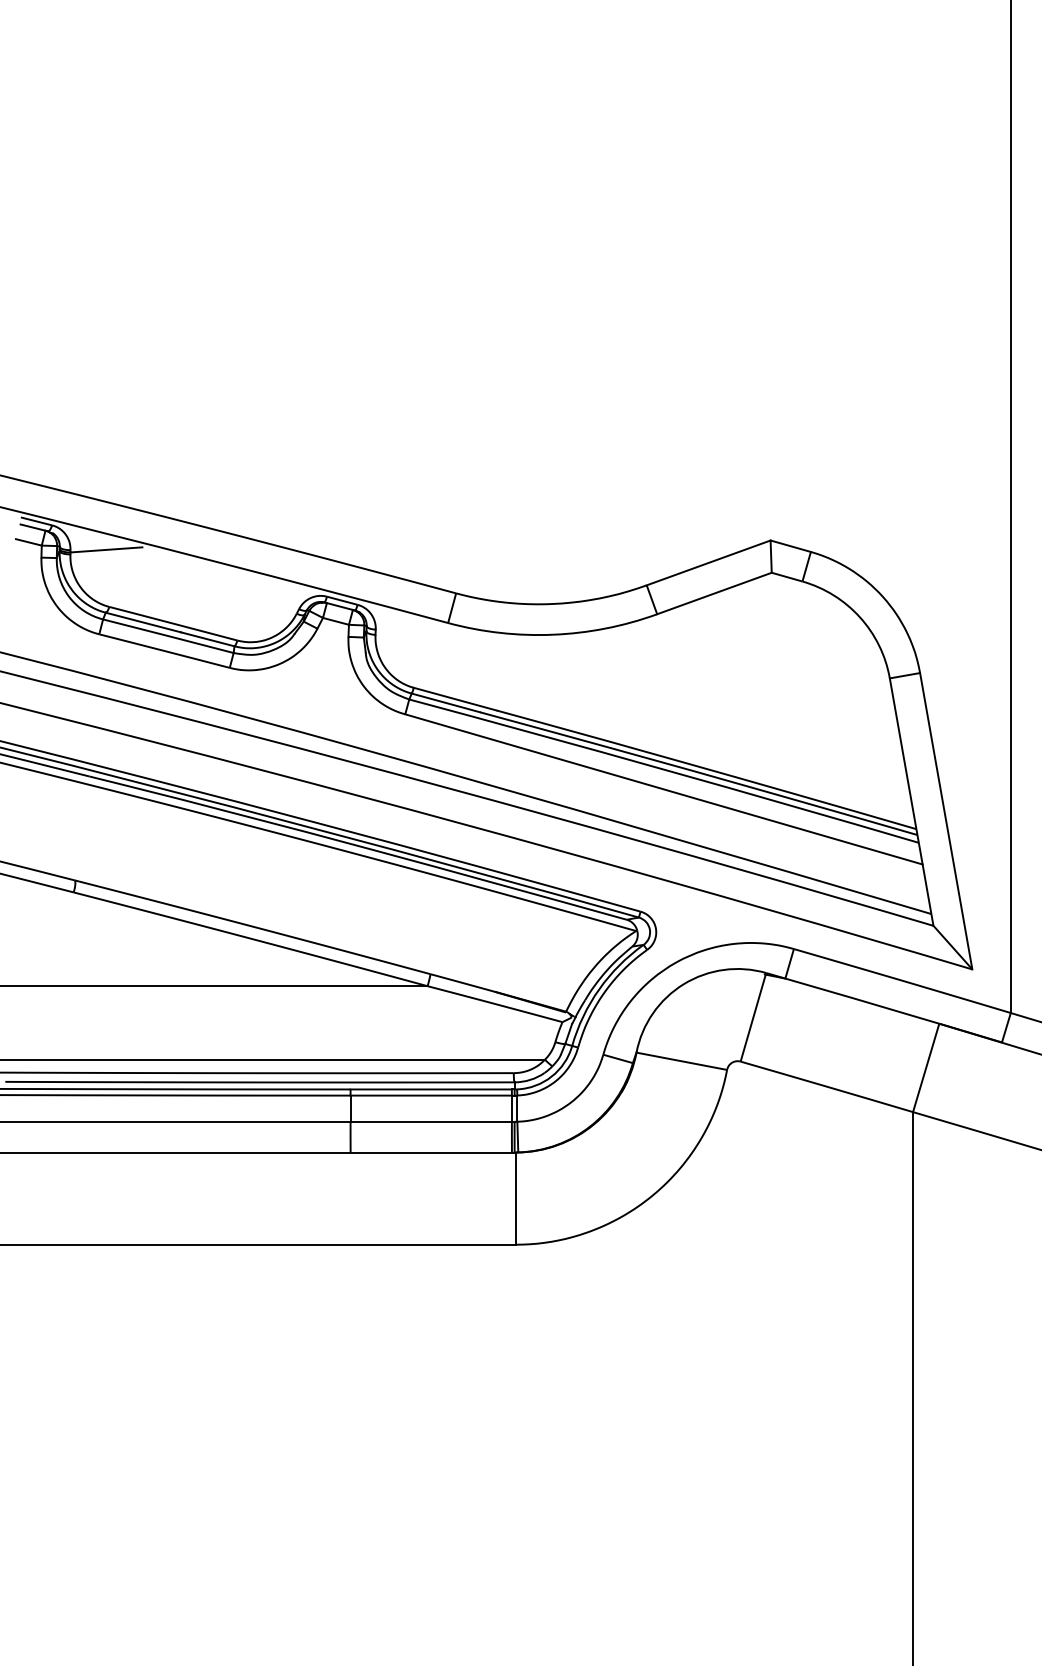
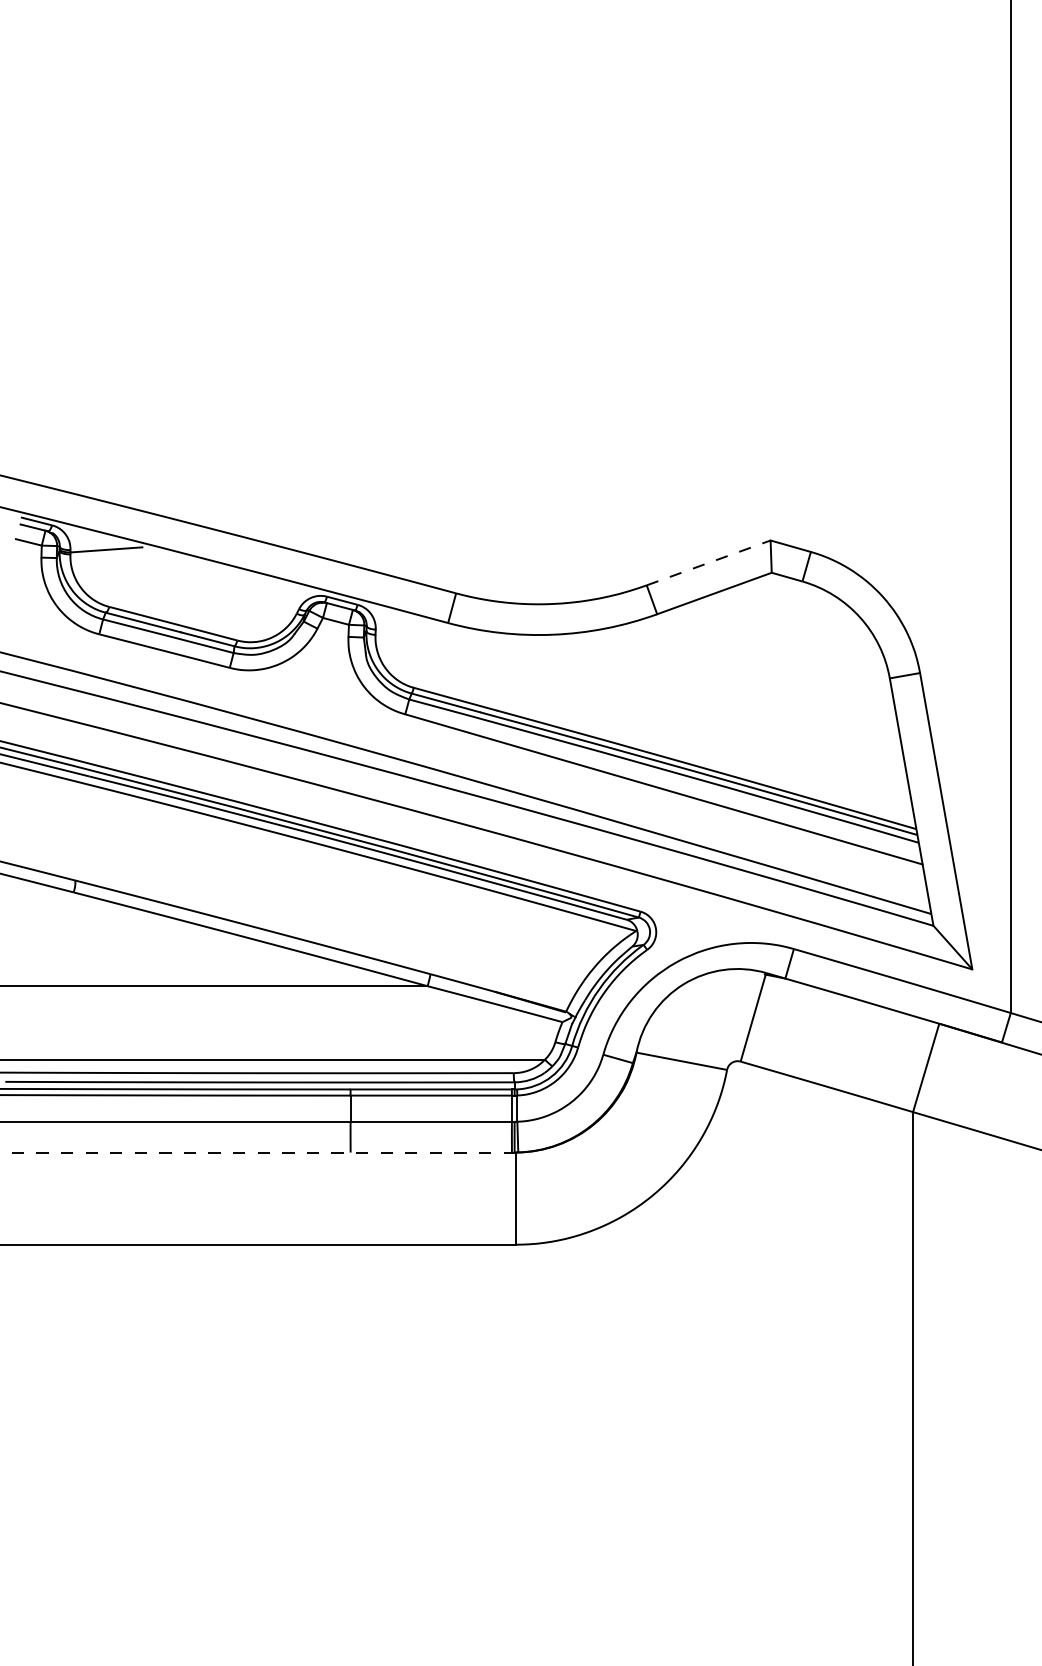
line at (708, 562): solid -> dashed
line at (257, 1152): solid -> dashed
